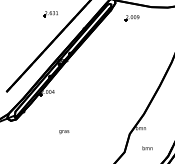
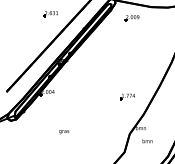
part at (127, 96): none -> present
text at (147, 148) position: (147, 148) -> (147, 141)
